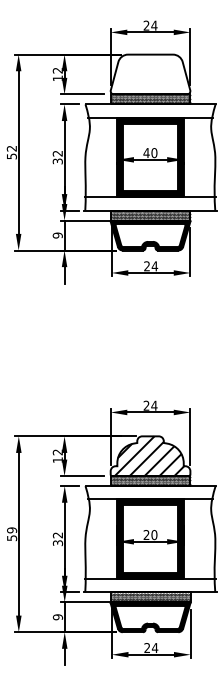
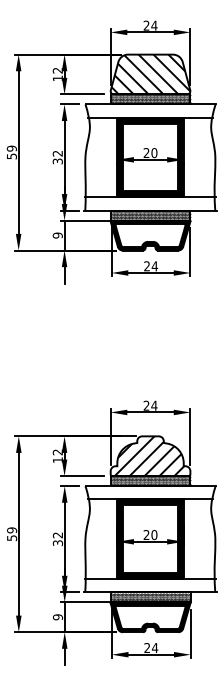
hatch at (150, 74): none -> present
text at (11, 148): 52 -> 59
text at (146, 152): 40 -> 20
